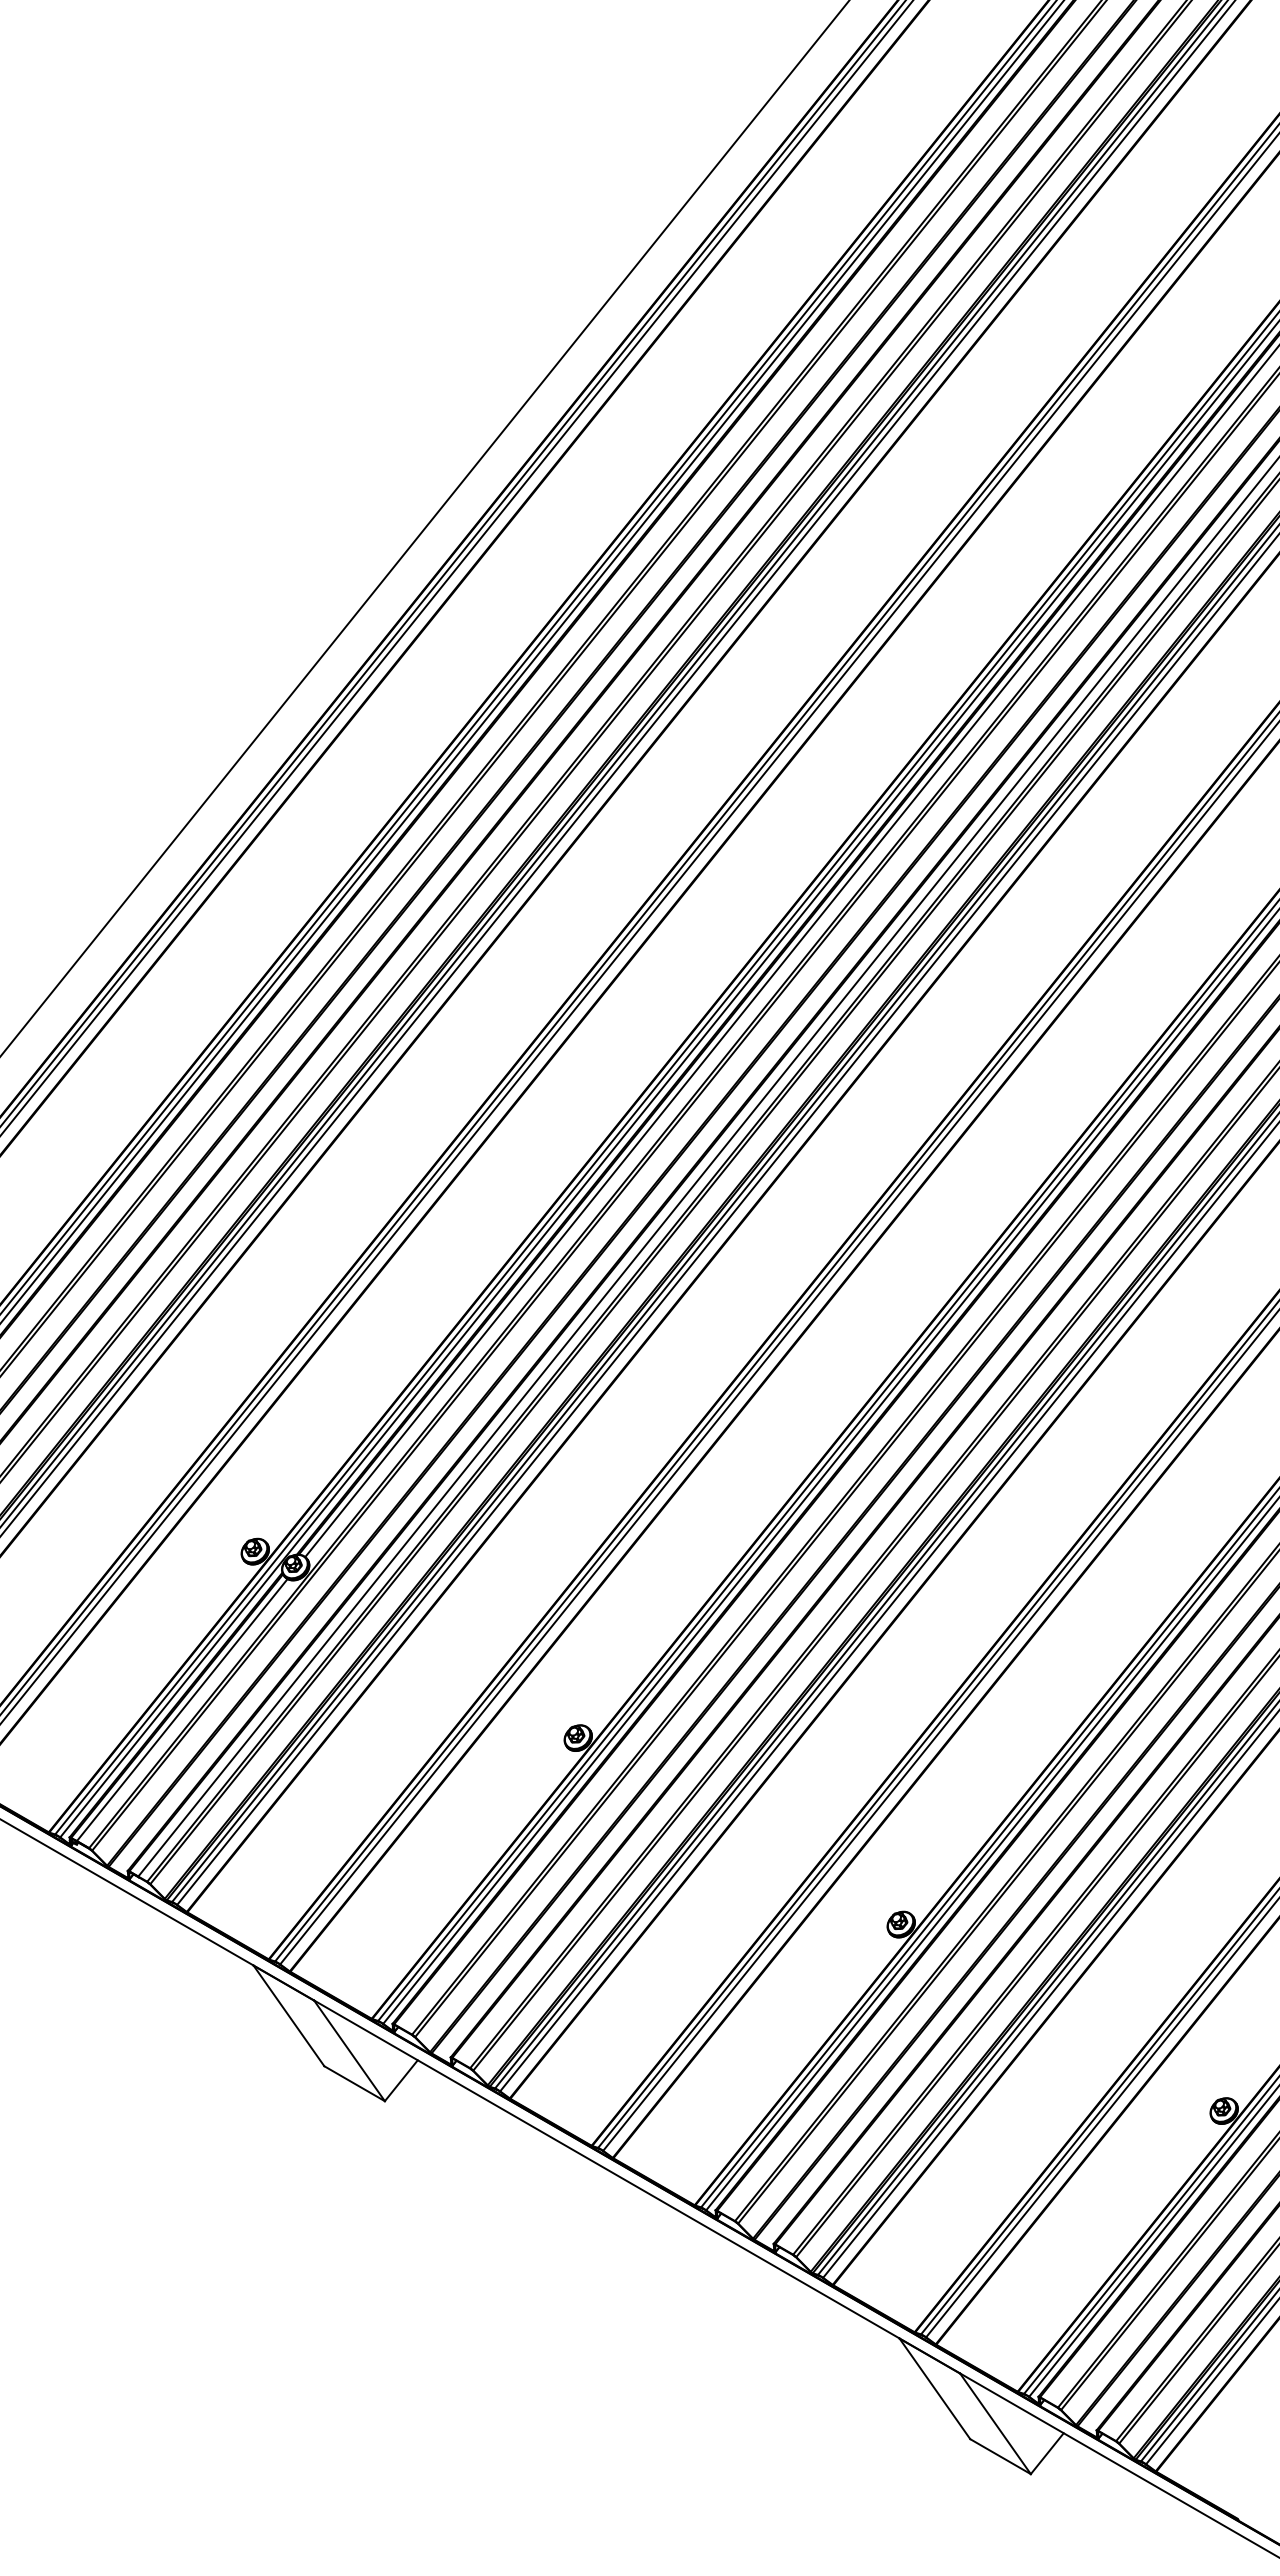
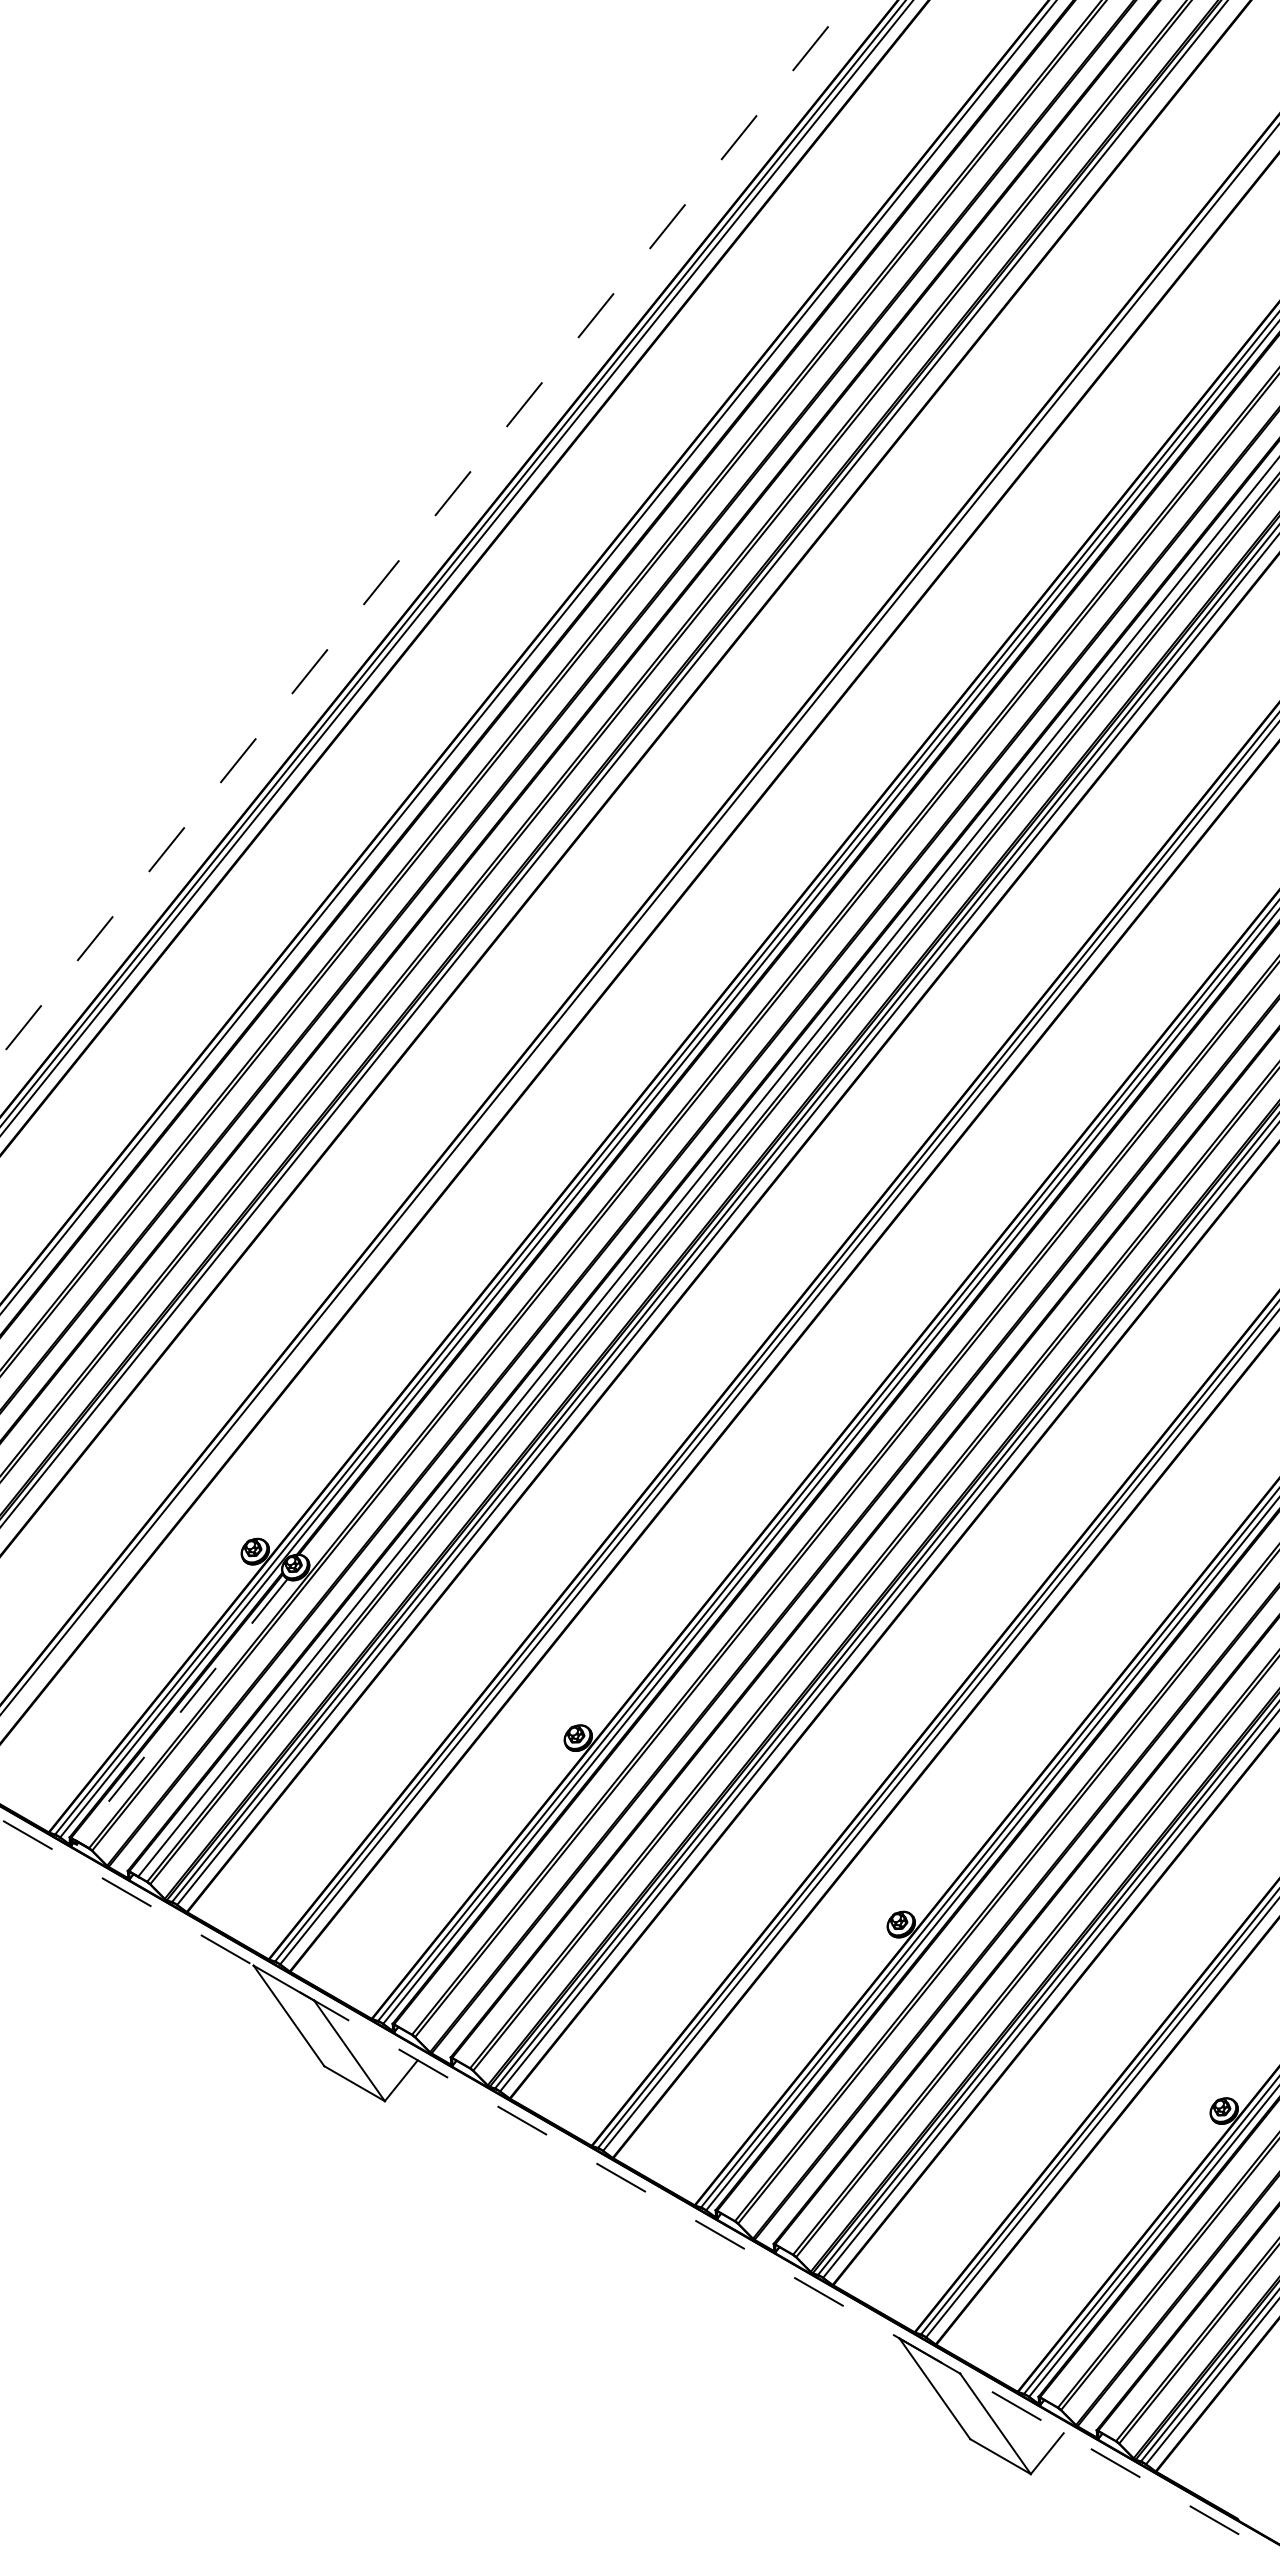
line at (424, 528): solid -> dashed
line at (532, 661): present -> none
line at (617, 768): present -> none
line at (639, 928): present -> none
line at (790, 952): present -> none
line at (181, 1710): solid -> dashed
line at (640, 2188): solid -> dashed
